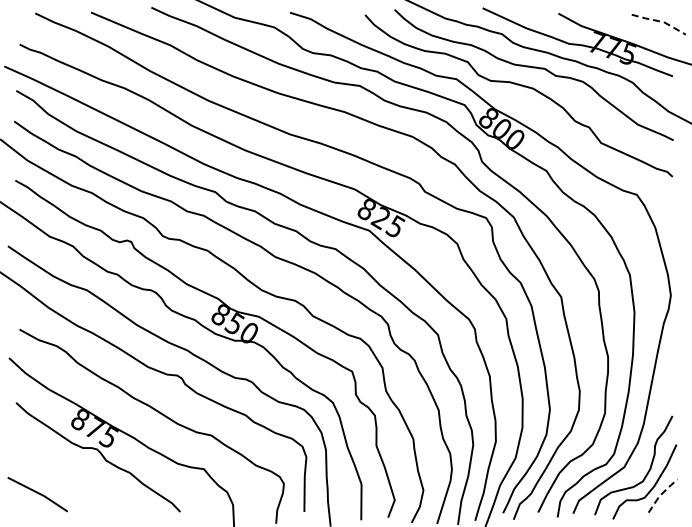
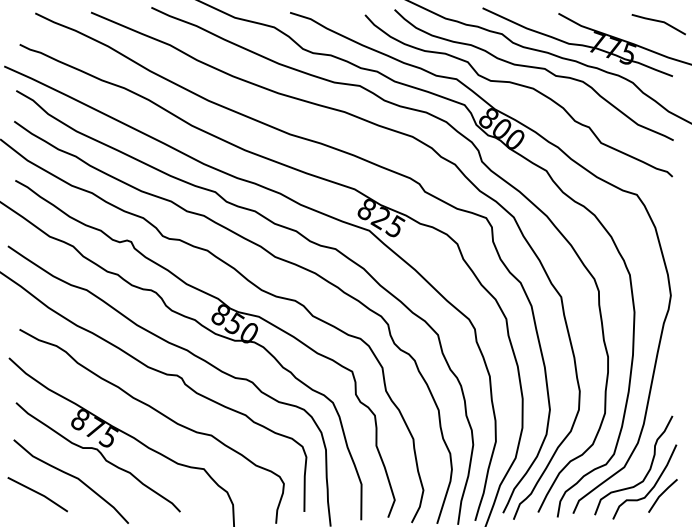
line at (660, 21): dashed -> solid
curve at (72, 477): none -> present
line at (661, 494): dashed -> solid
